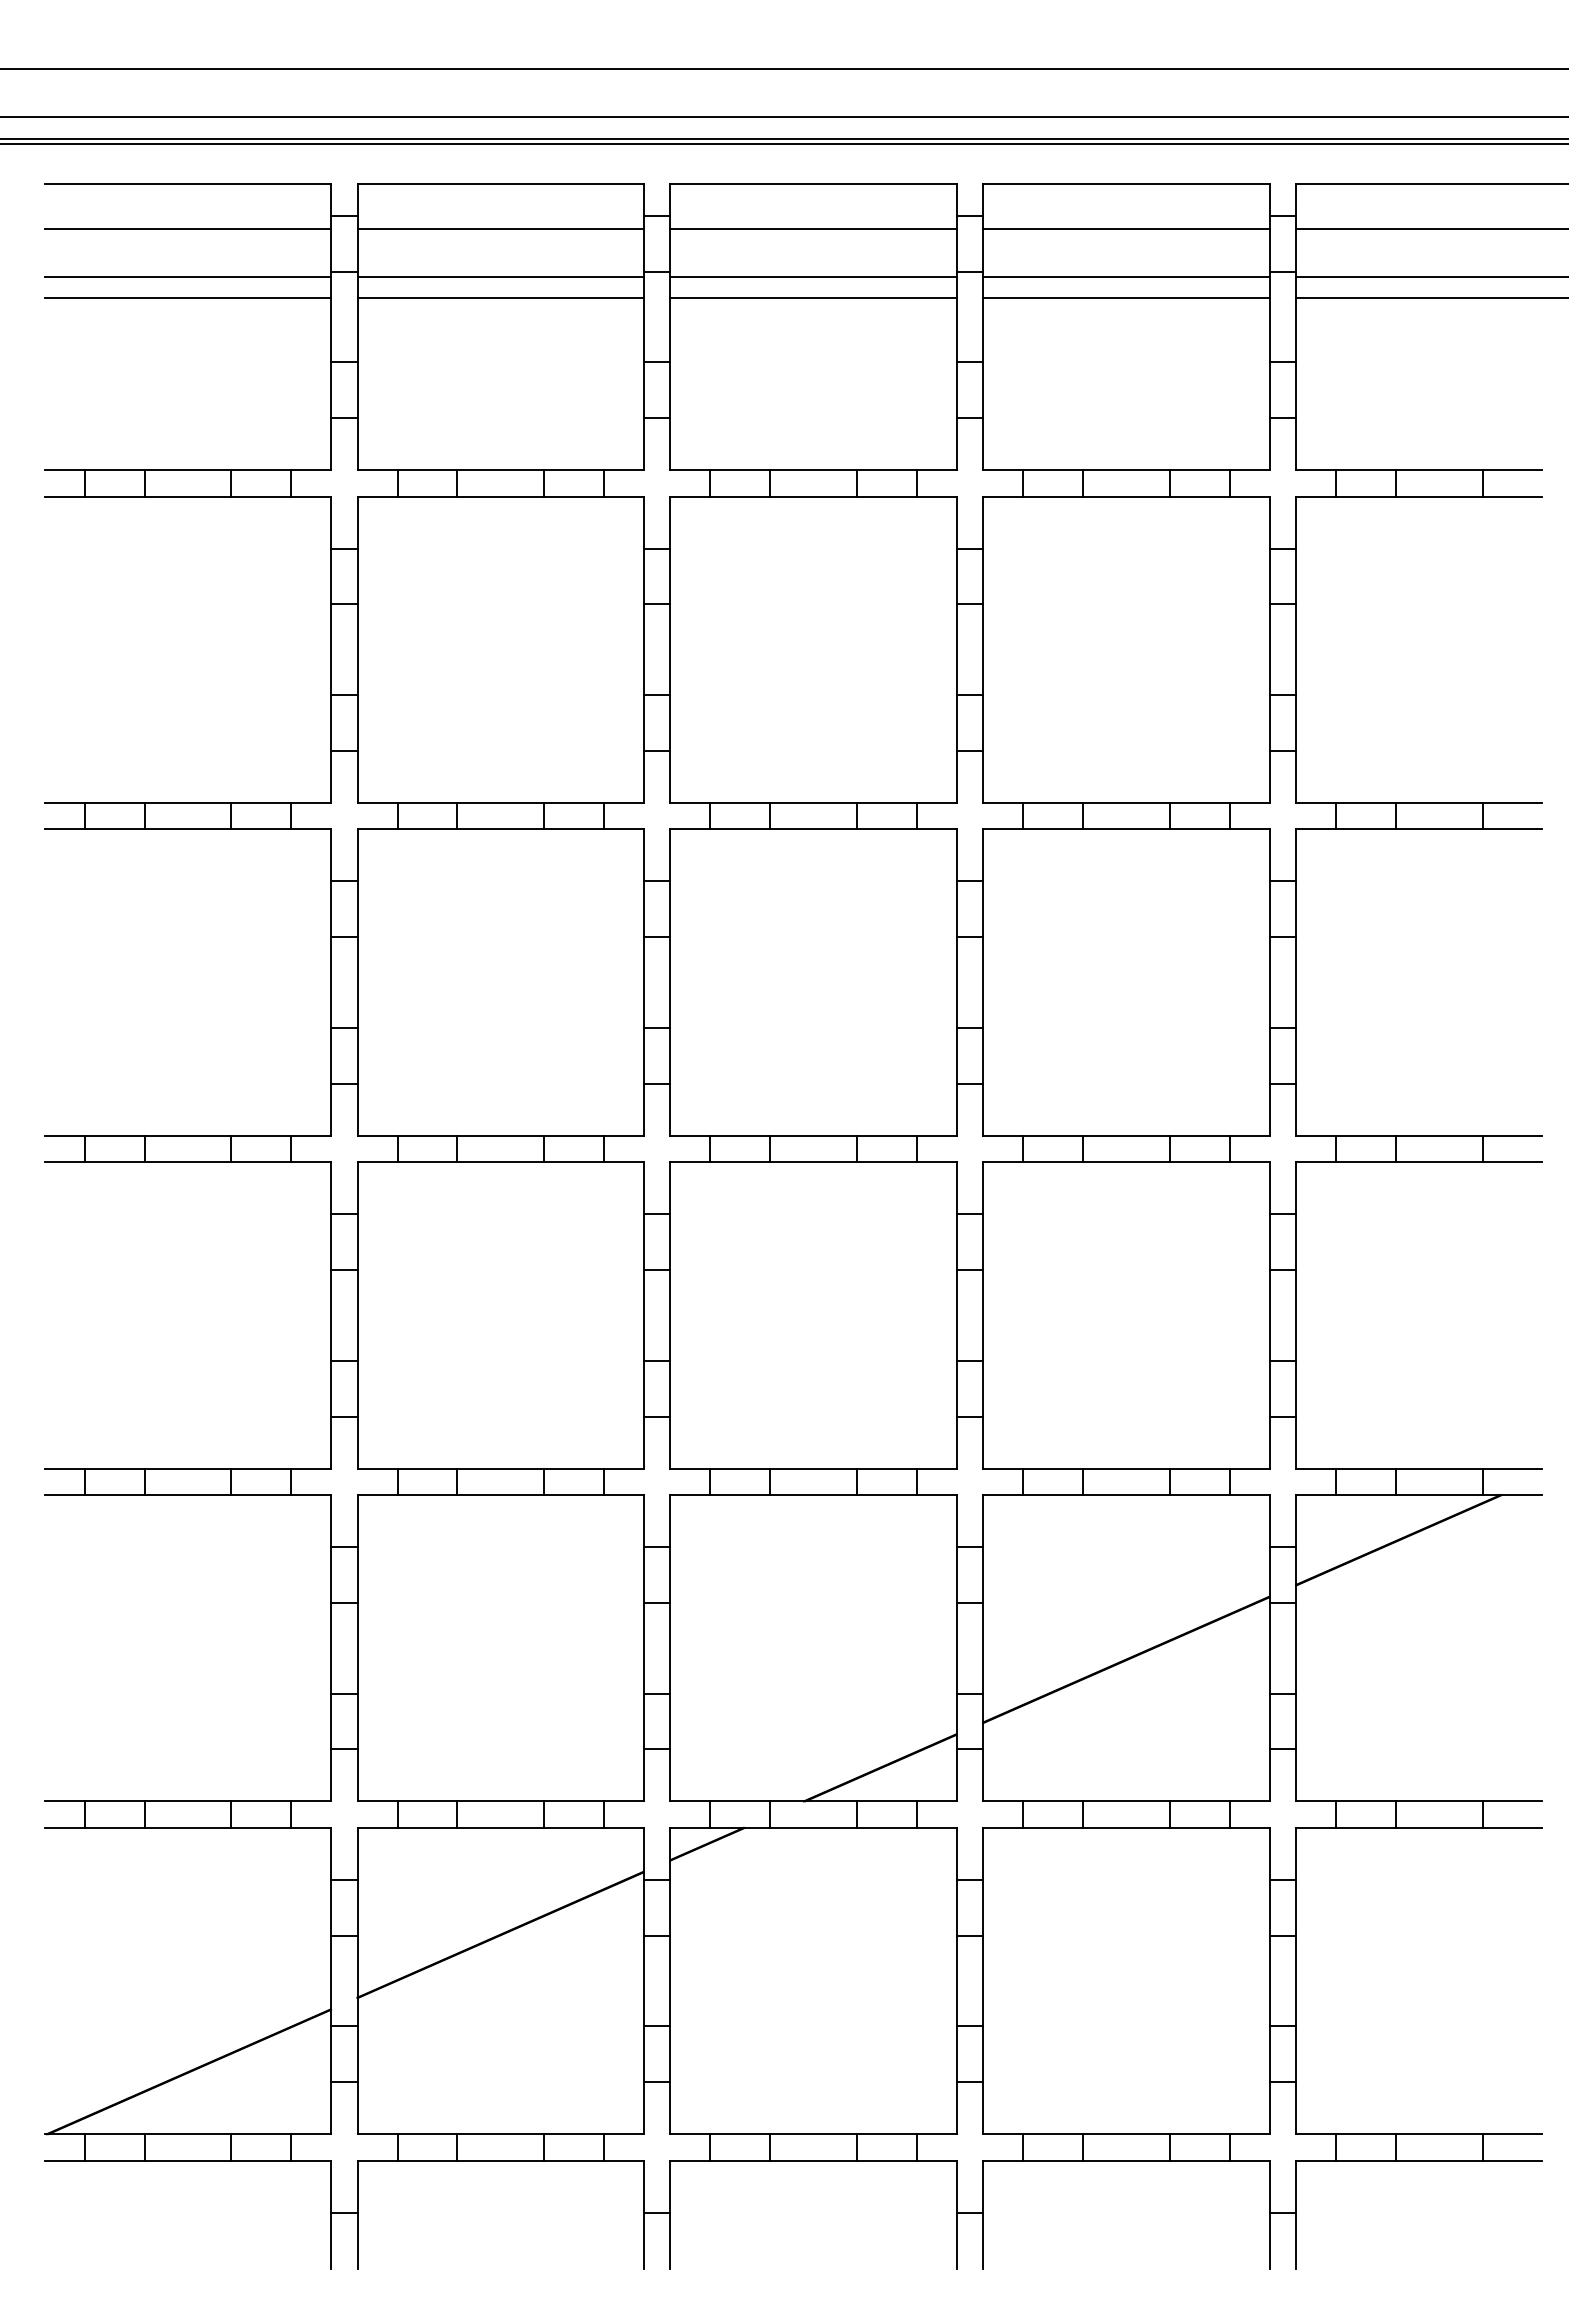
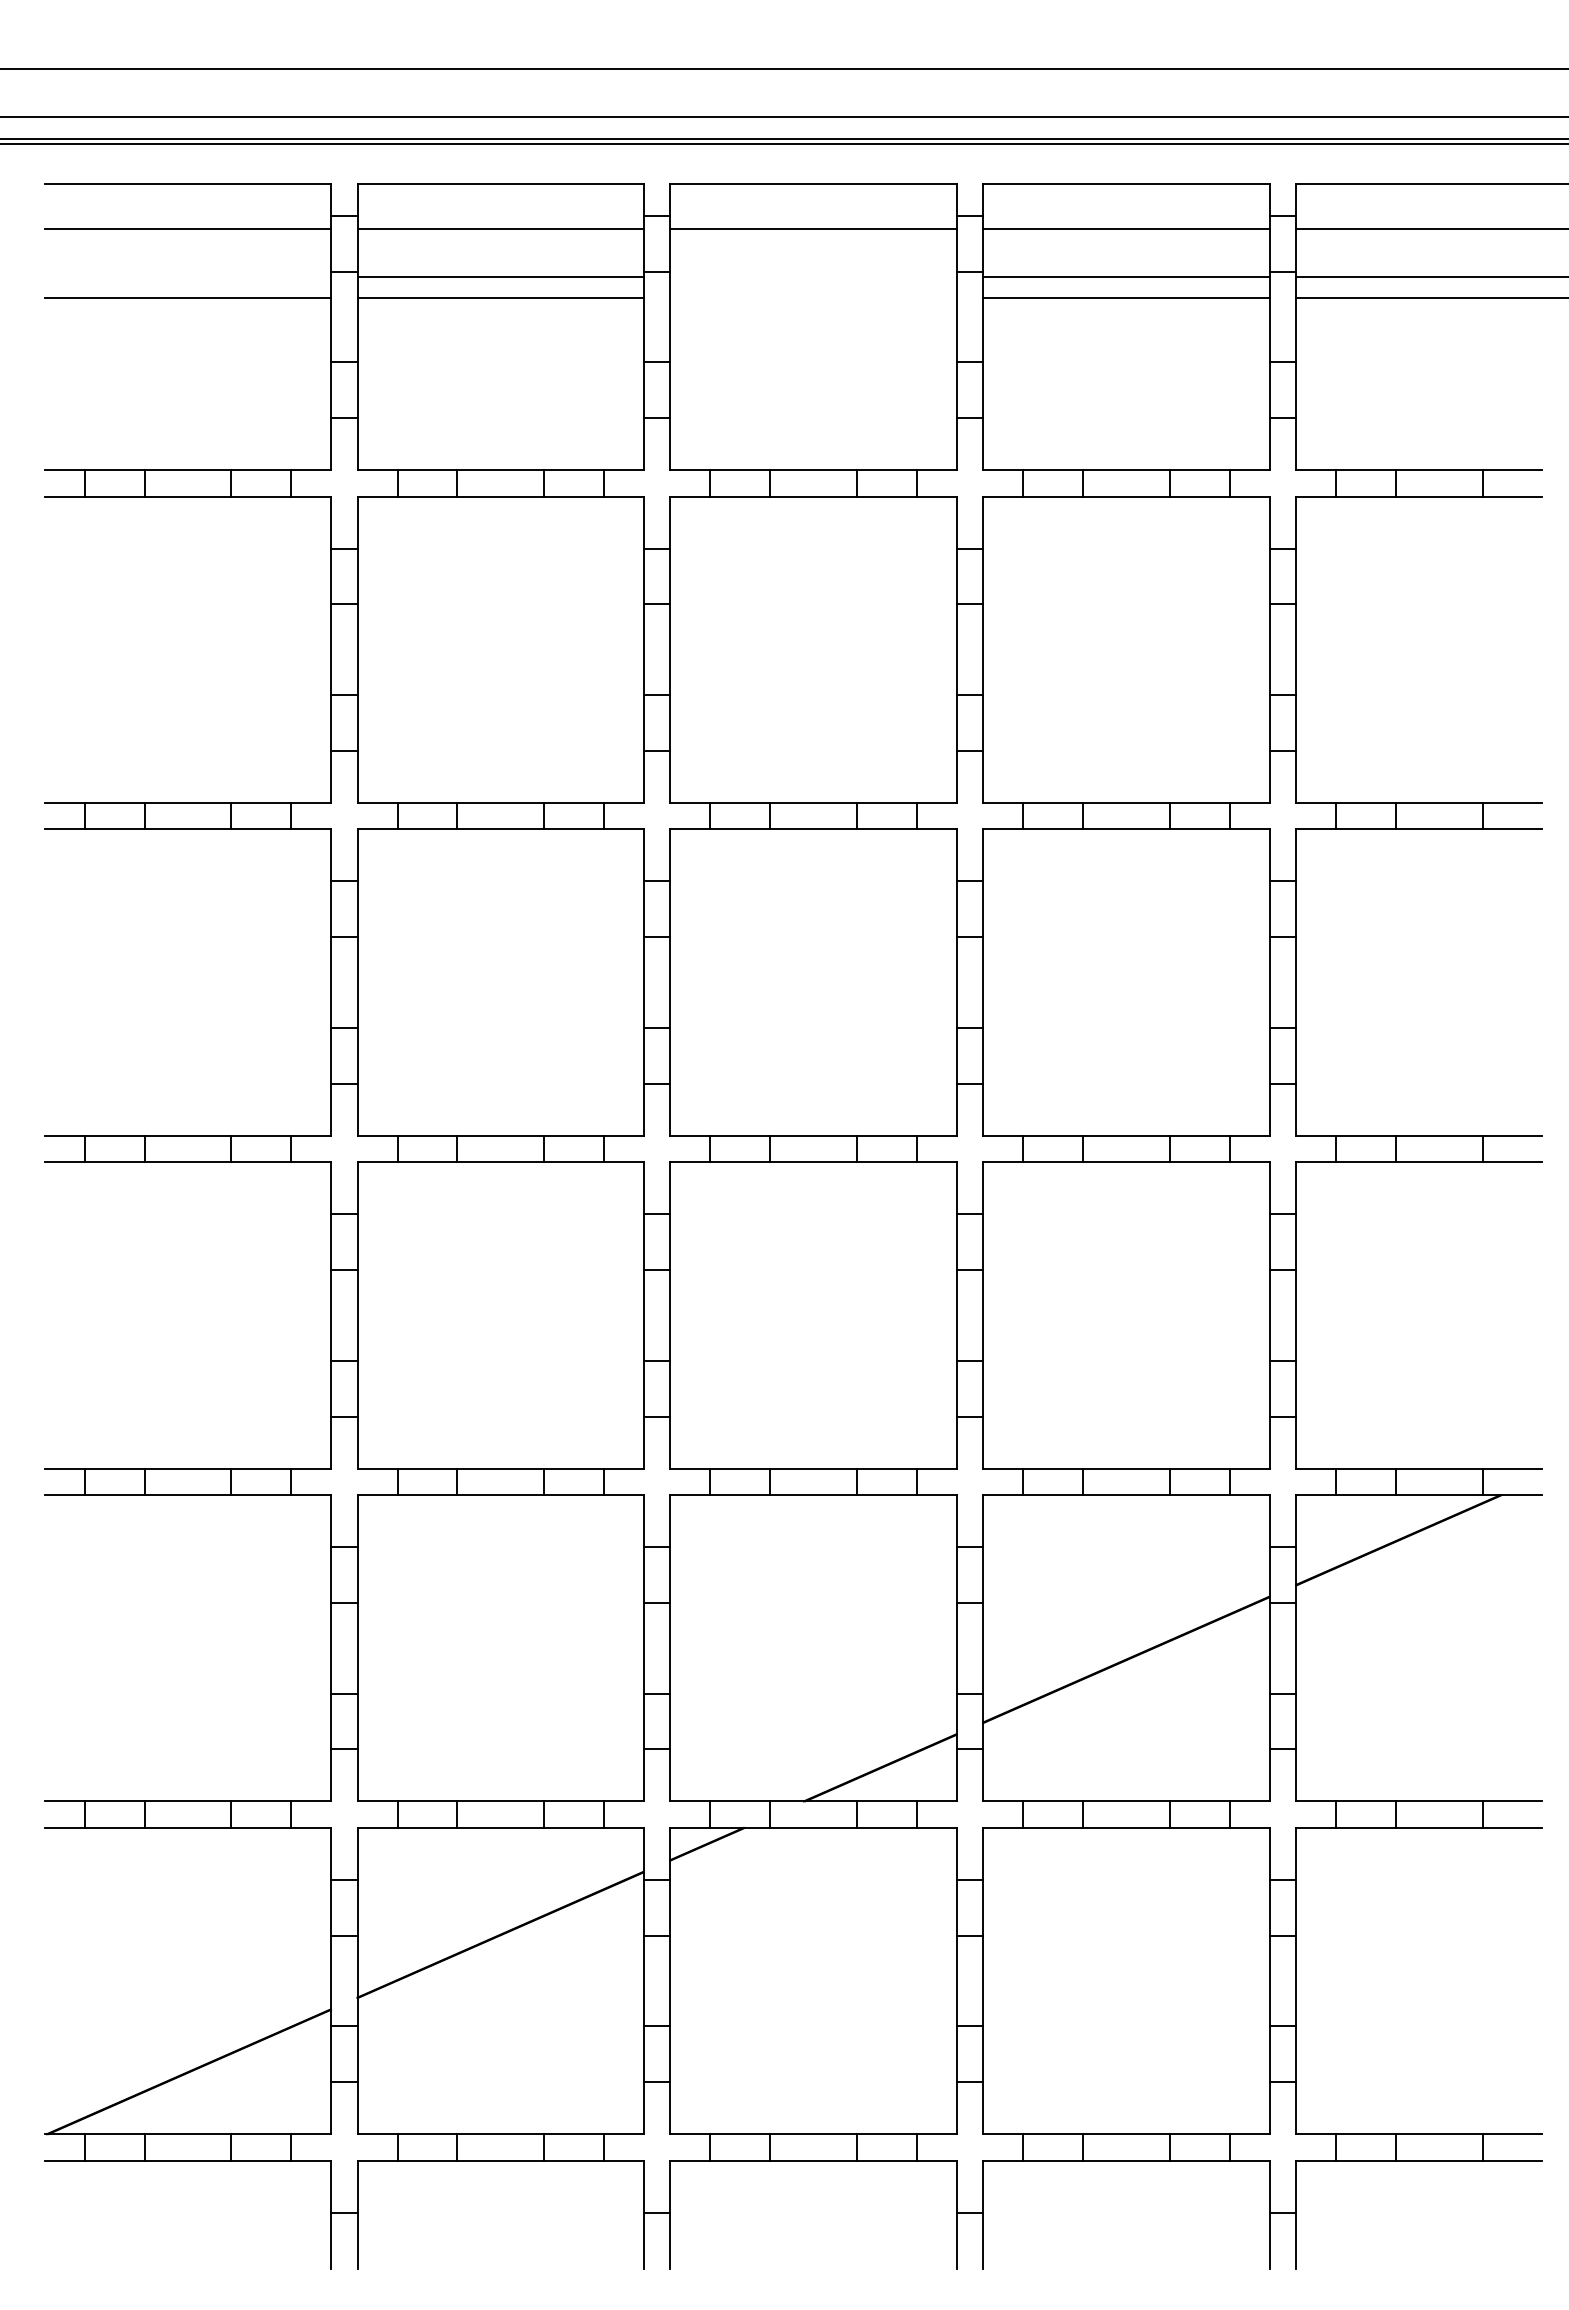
line at (187, 276): present -> none
line at (813, 276): present -> none
line at (813, 297): present -> none
